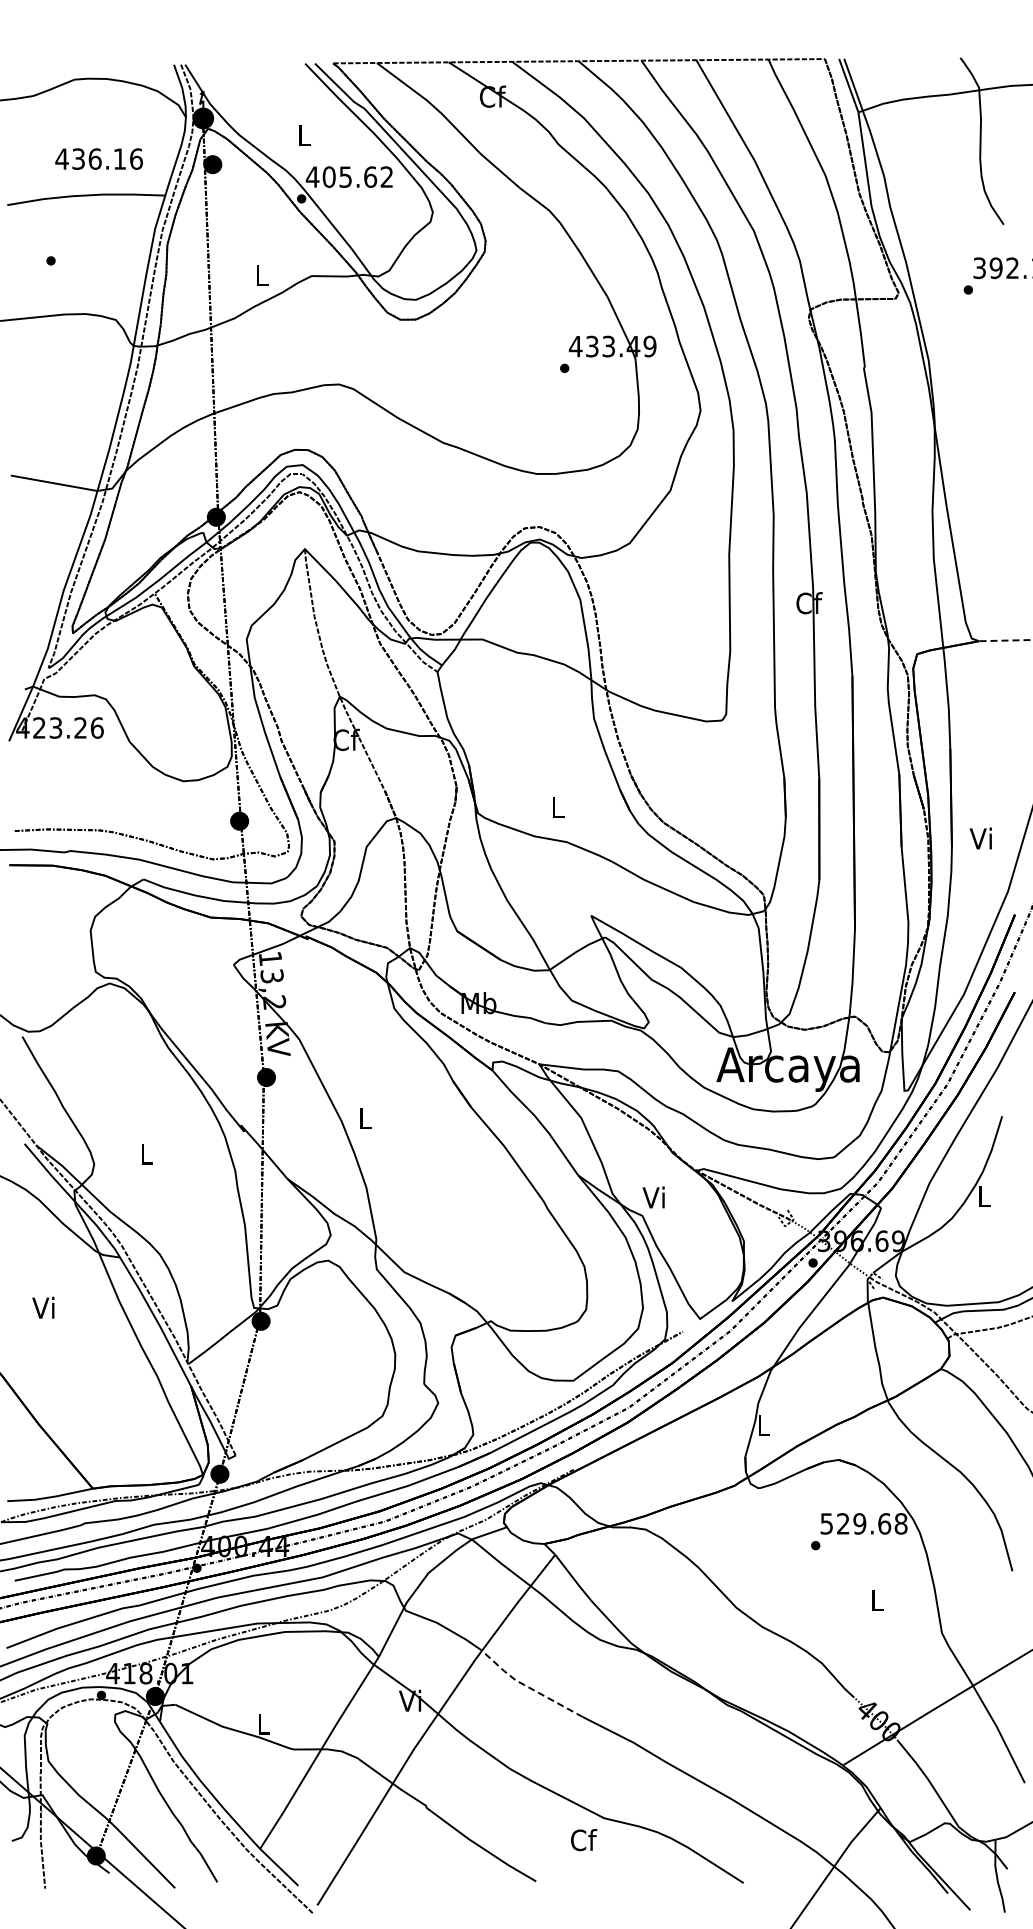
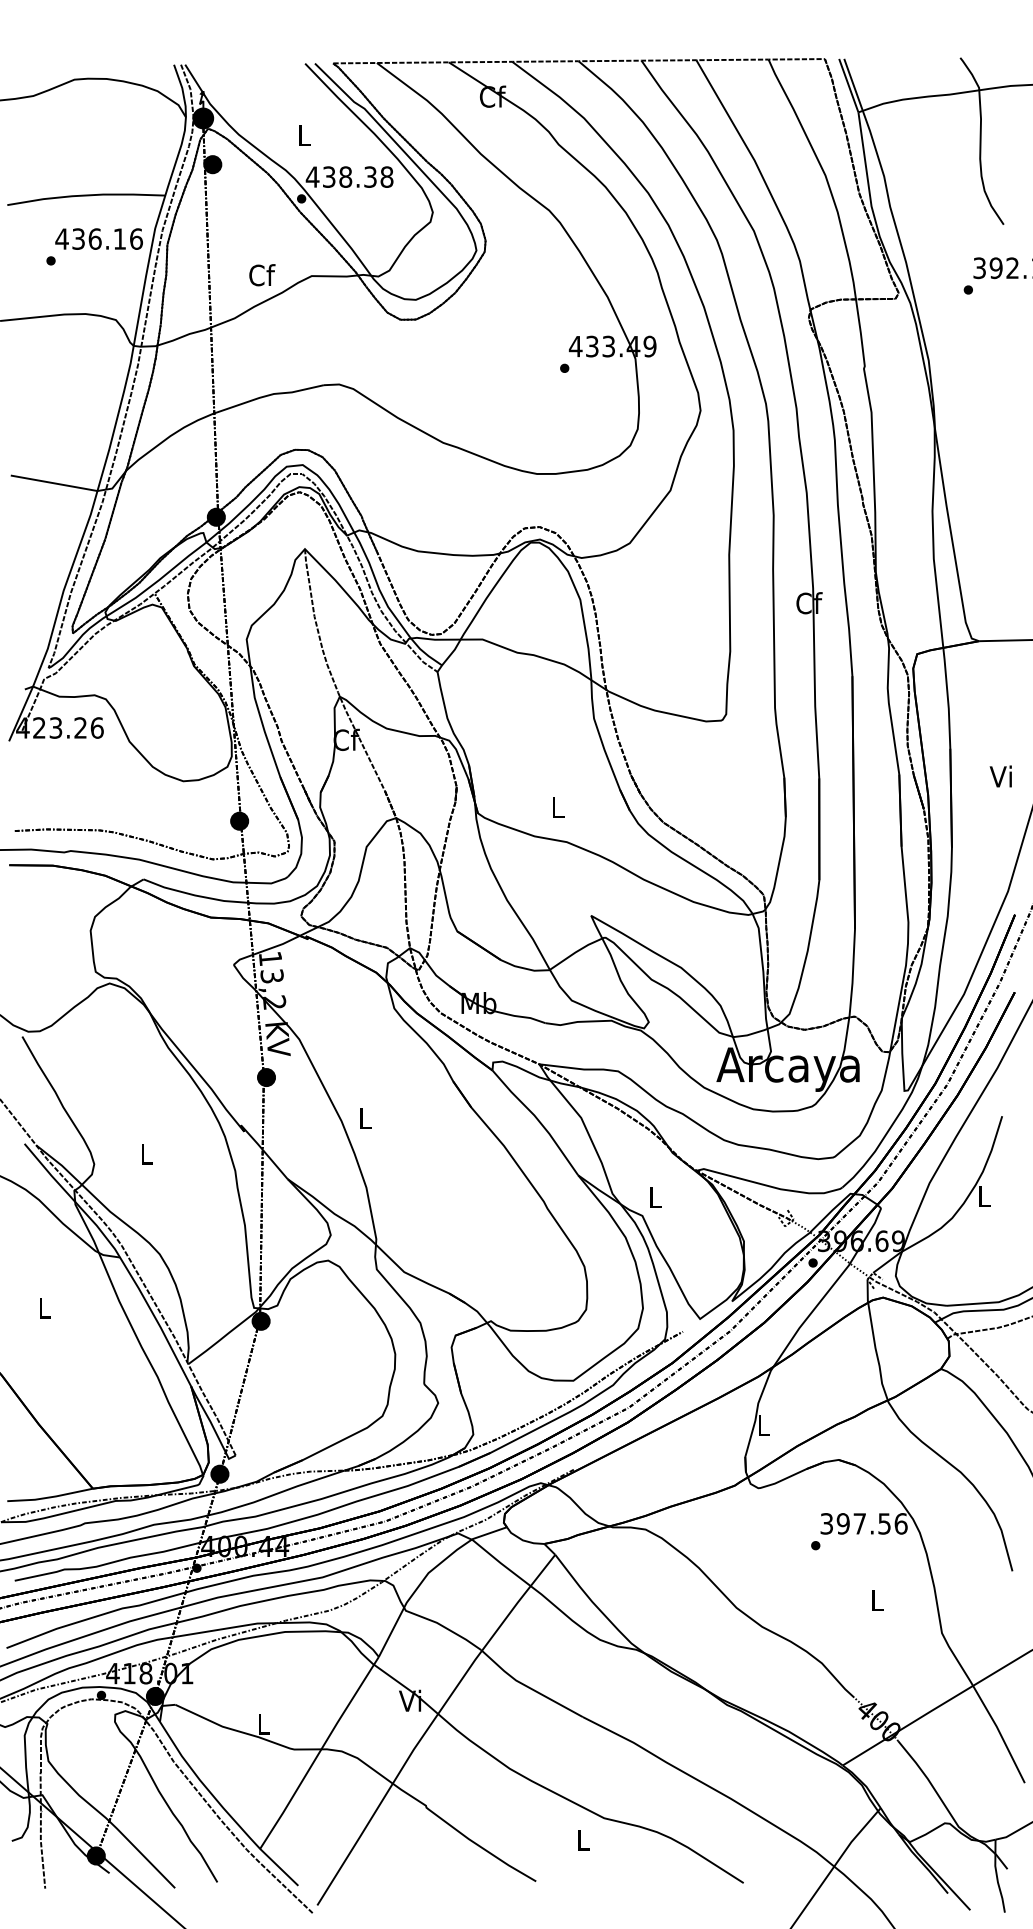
text at (98, 158) position: (98, 158) -> (98, 238)
text at (357, 176): 405.62 -> 438.38
text at (262, 275): L -> Cf
line at (1005, 640): dashed -> solid
text at (980, 838) position: (980, 838) -> (1000, 776)
text at (653, 1197): Vi -> L
text at (43, 1307): Vi -> L
text at (864, 1523): 529.68 -> 397.56
line at (527, 1686): dashed -> solid
text at (584, 1840): Cf -> L
